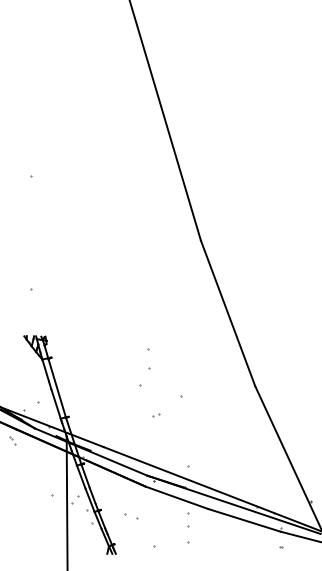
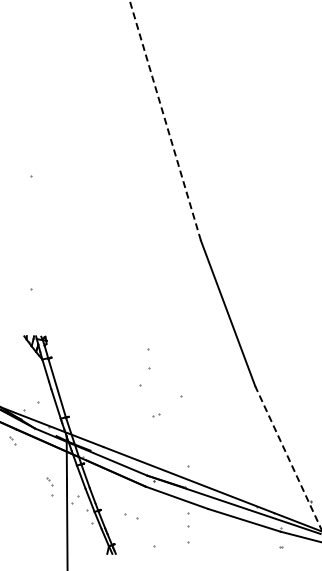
line at (165, 120): solid -> dashed
line at (288, 457): solid -> dashed
part at (49, 481): none -> present
